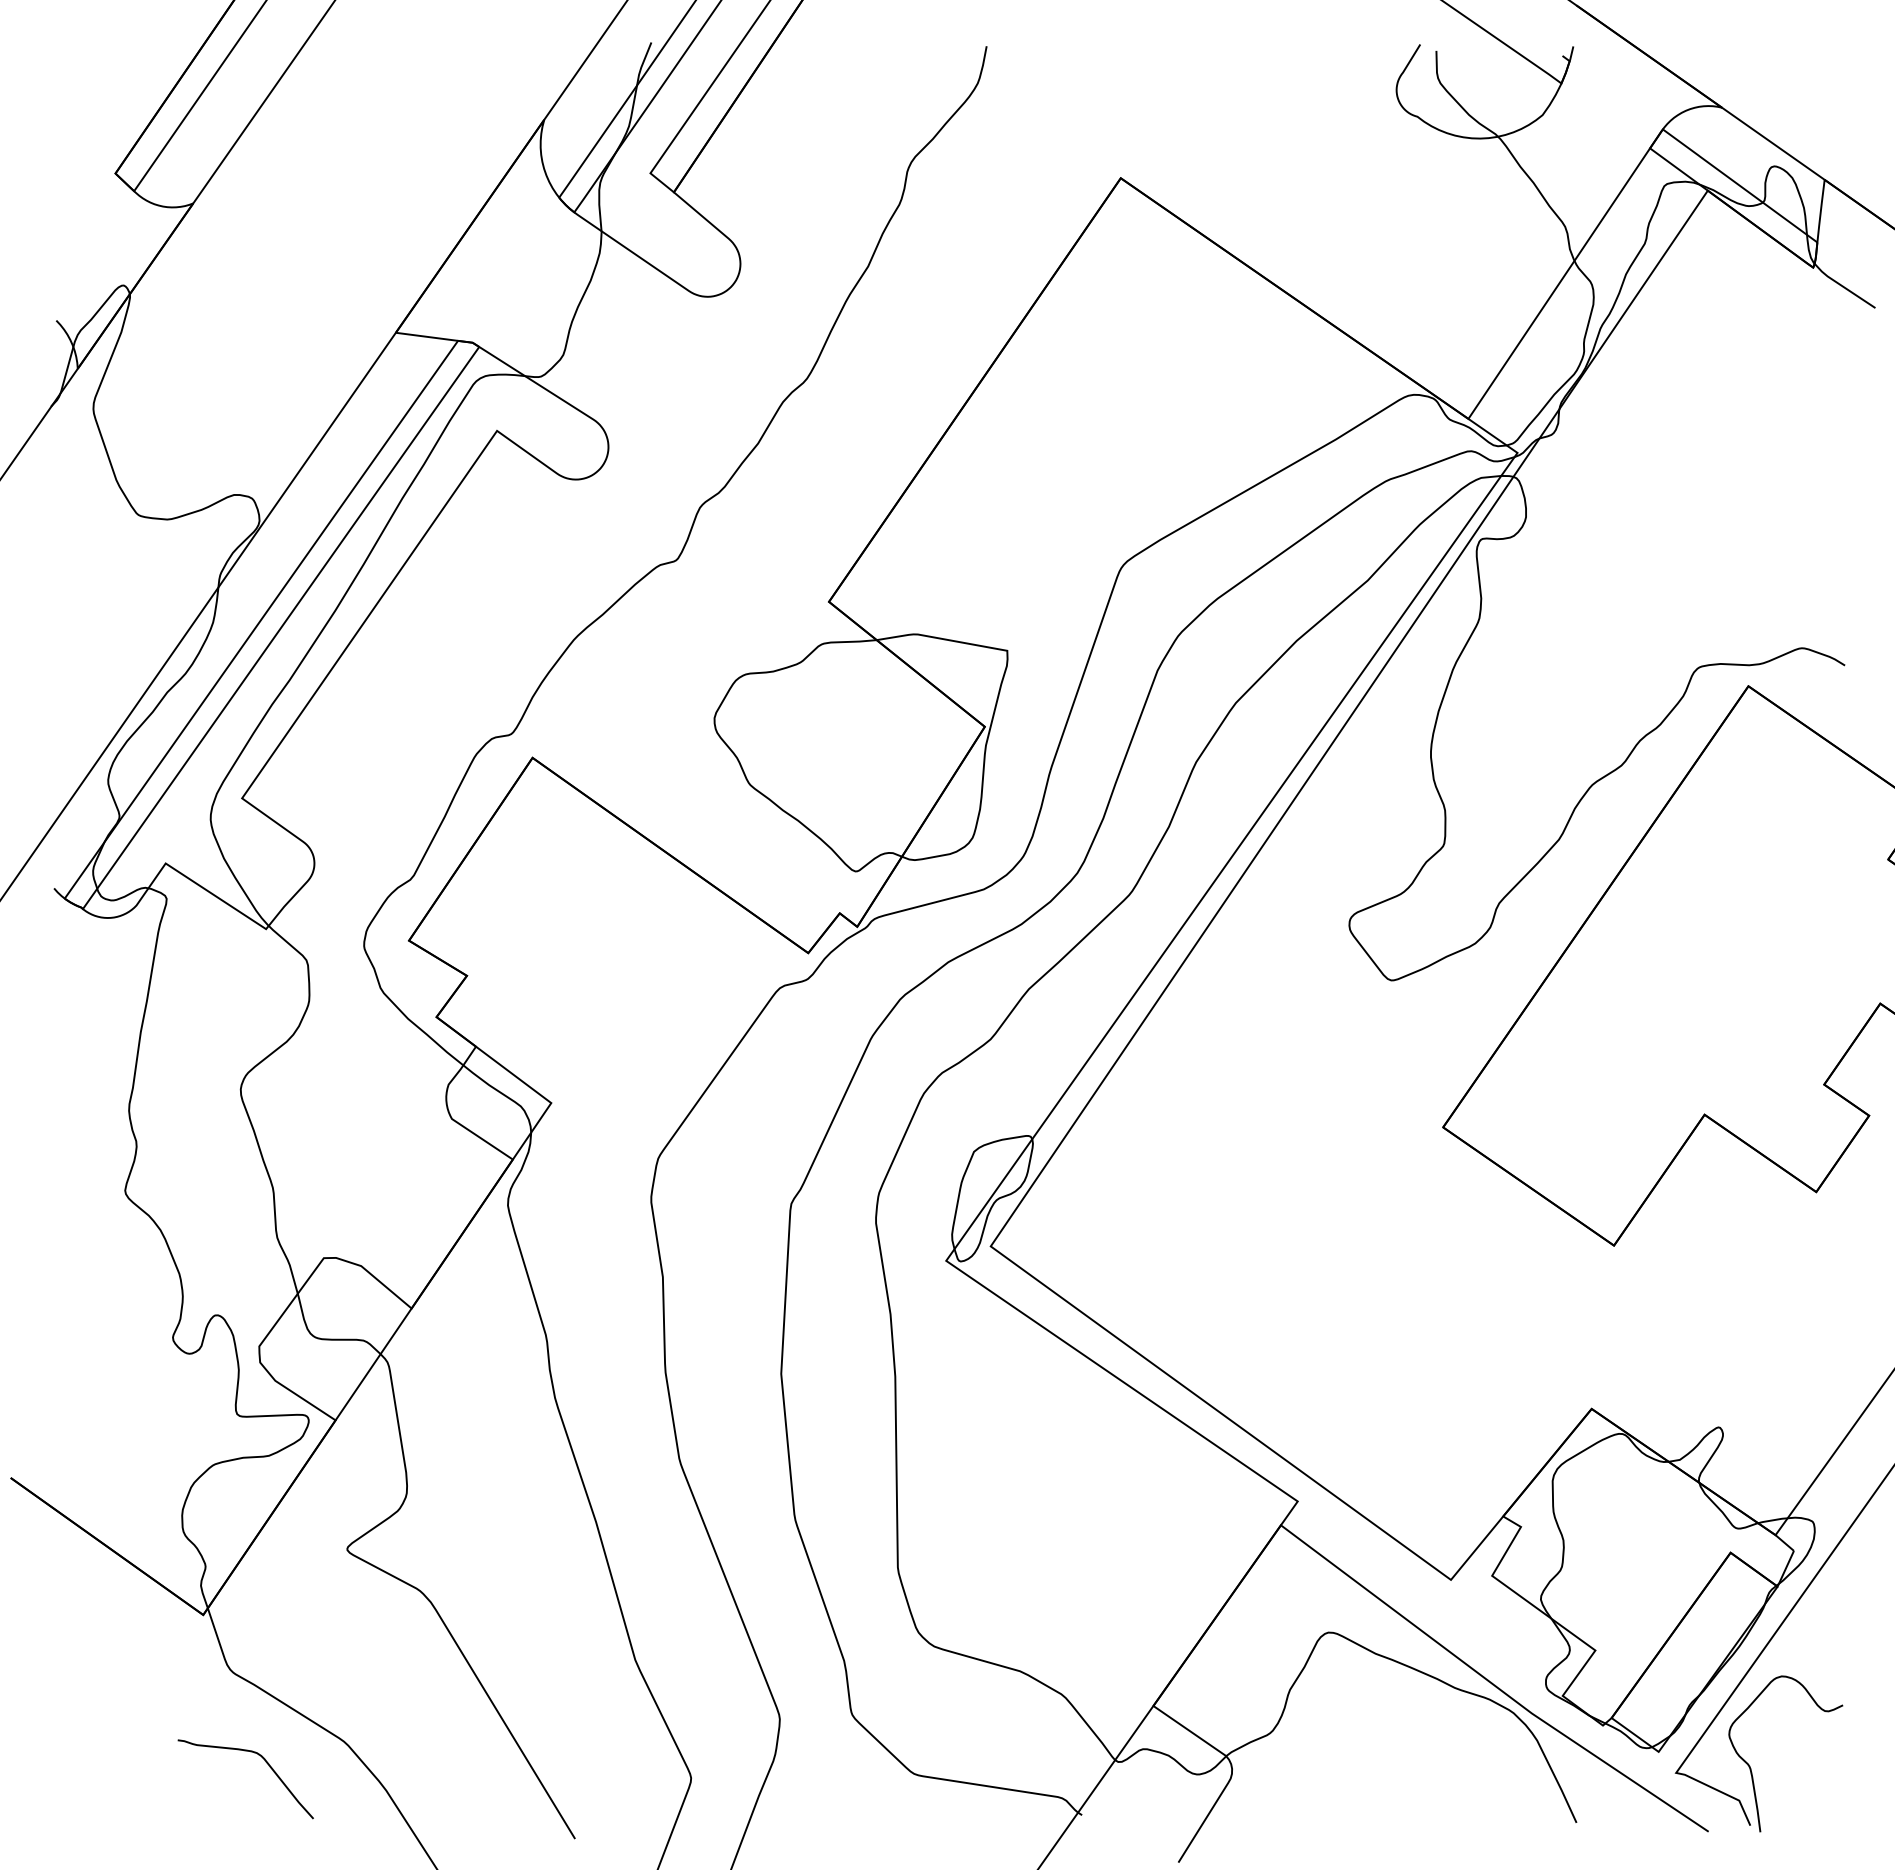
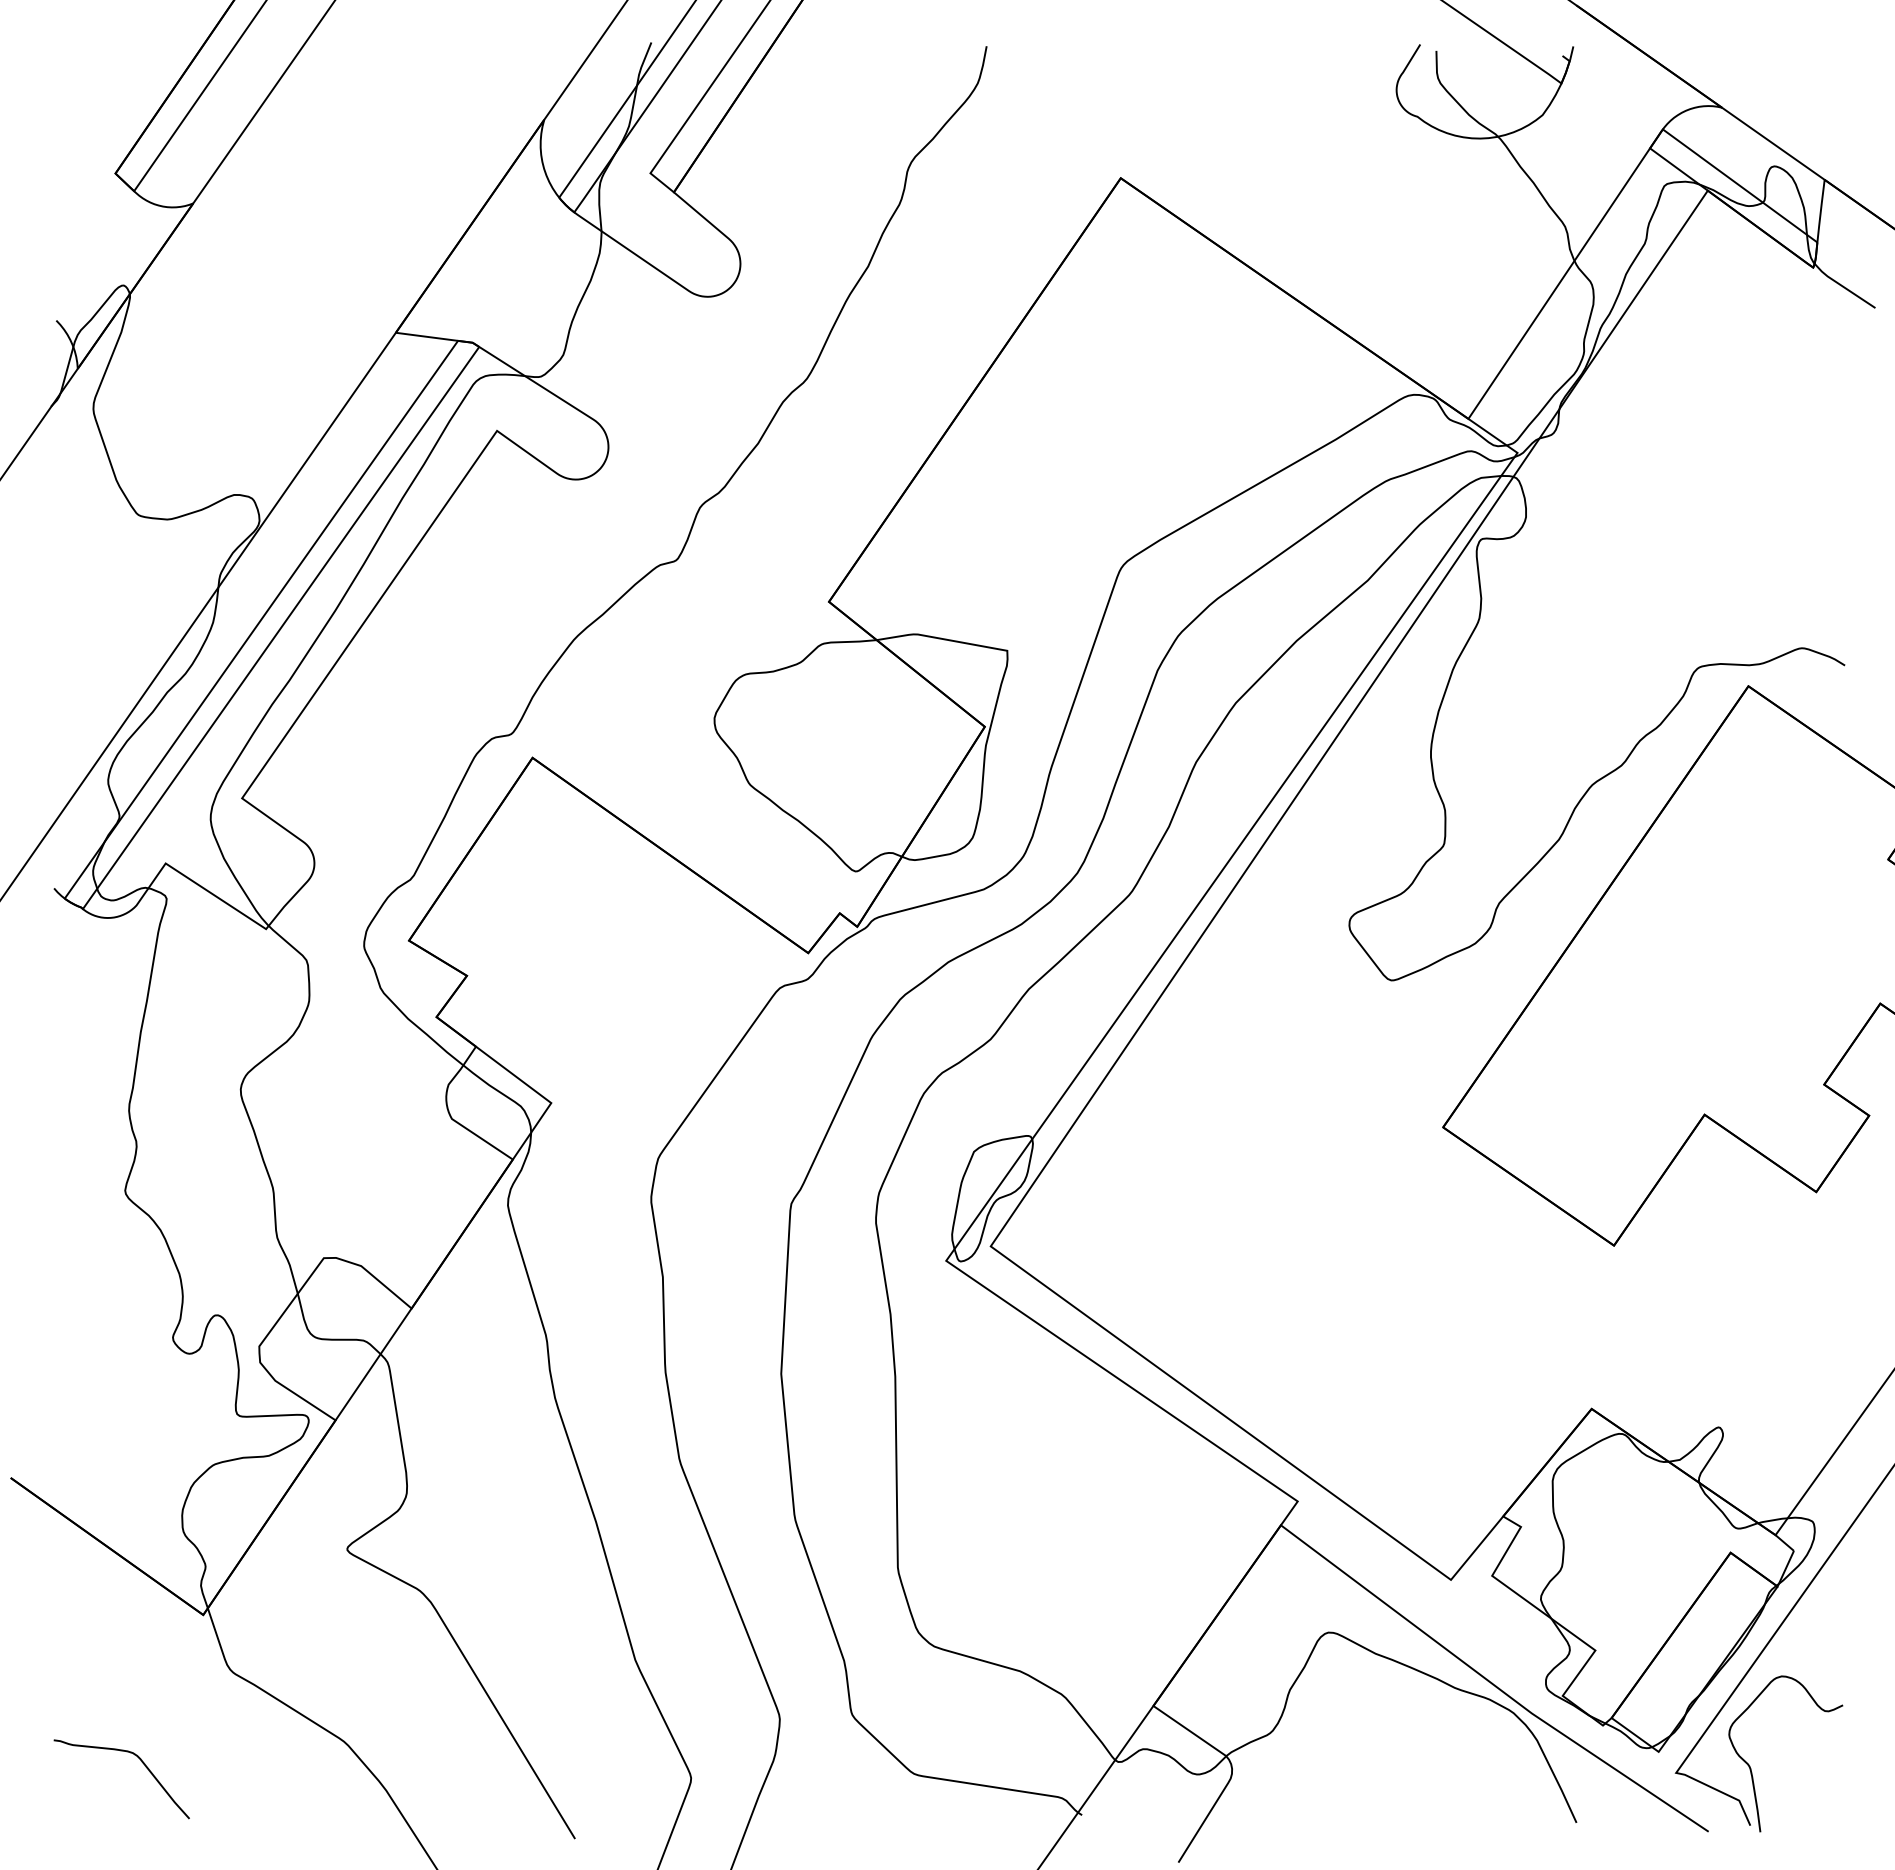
curve at (265, 1762) position: (265, 1762) -> (141, 1762)
